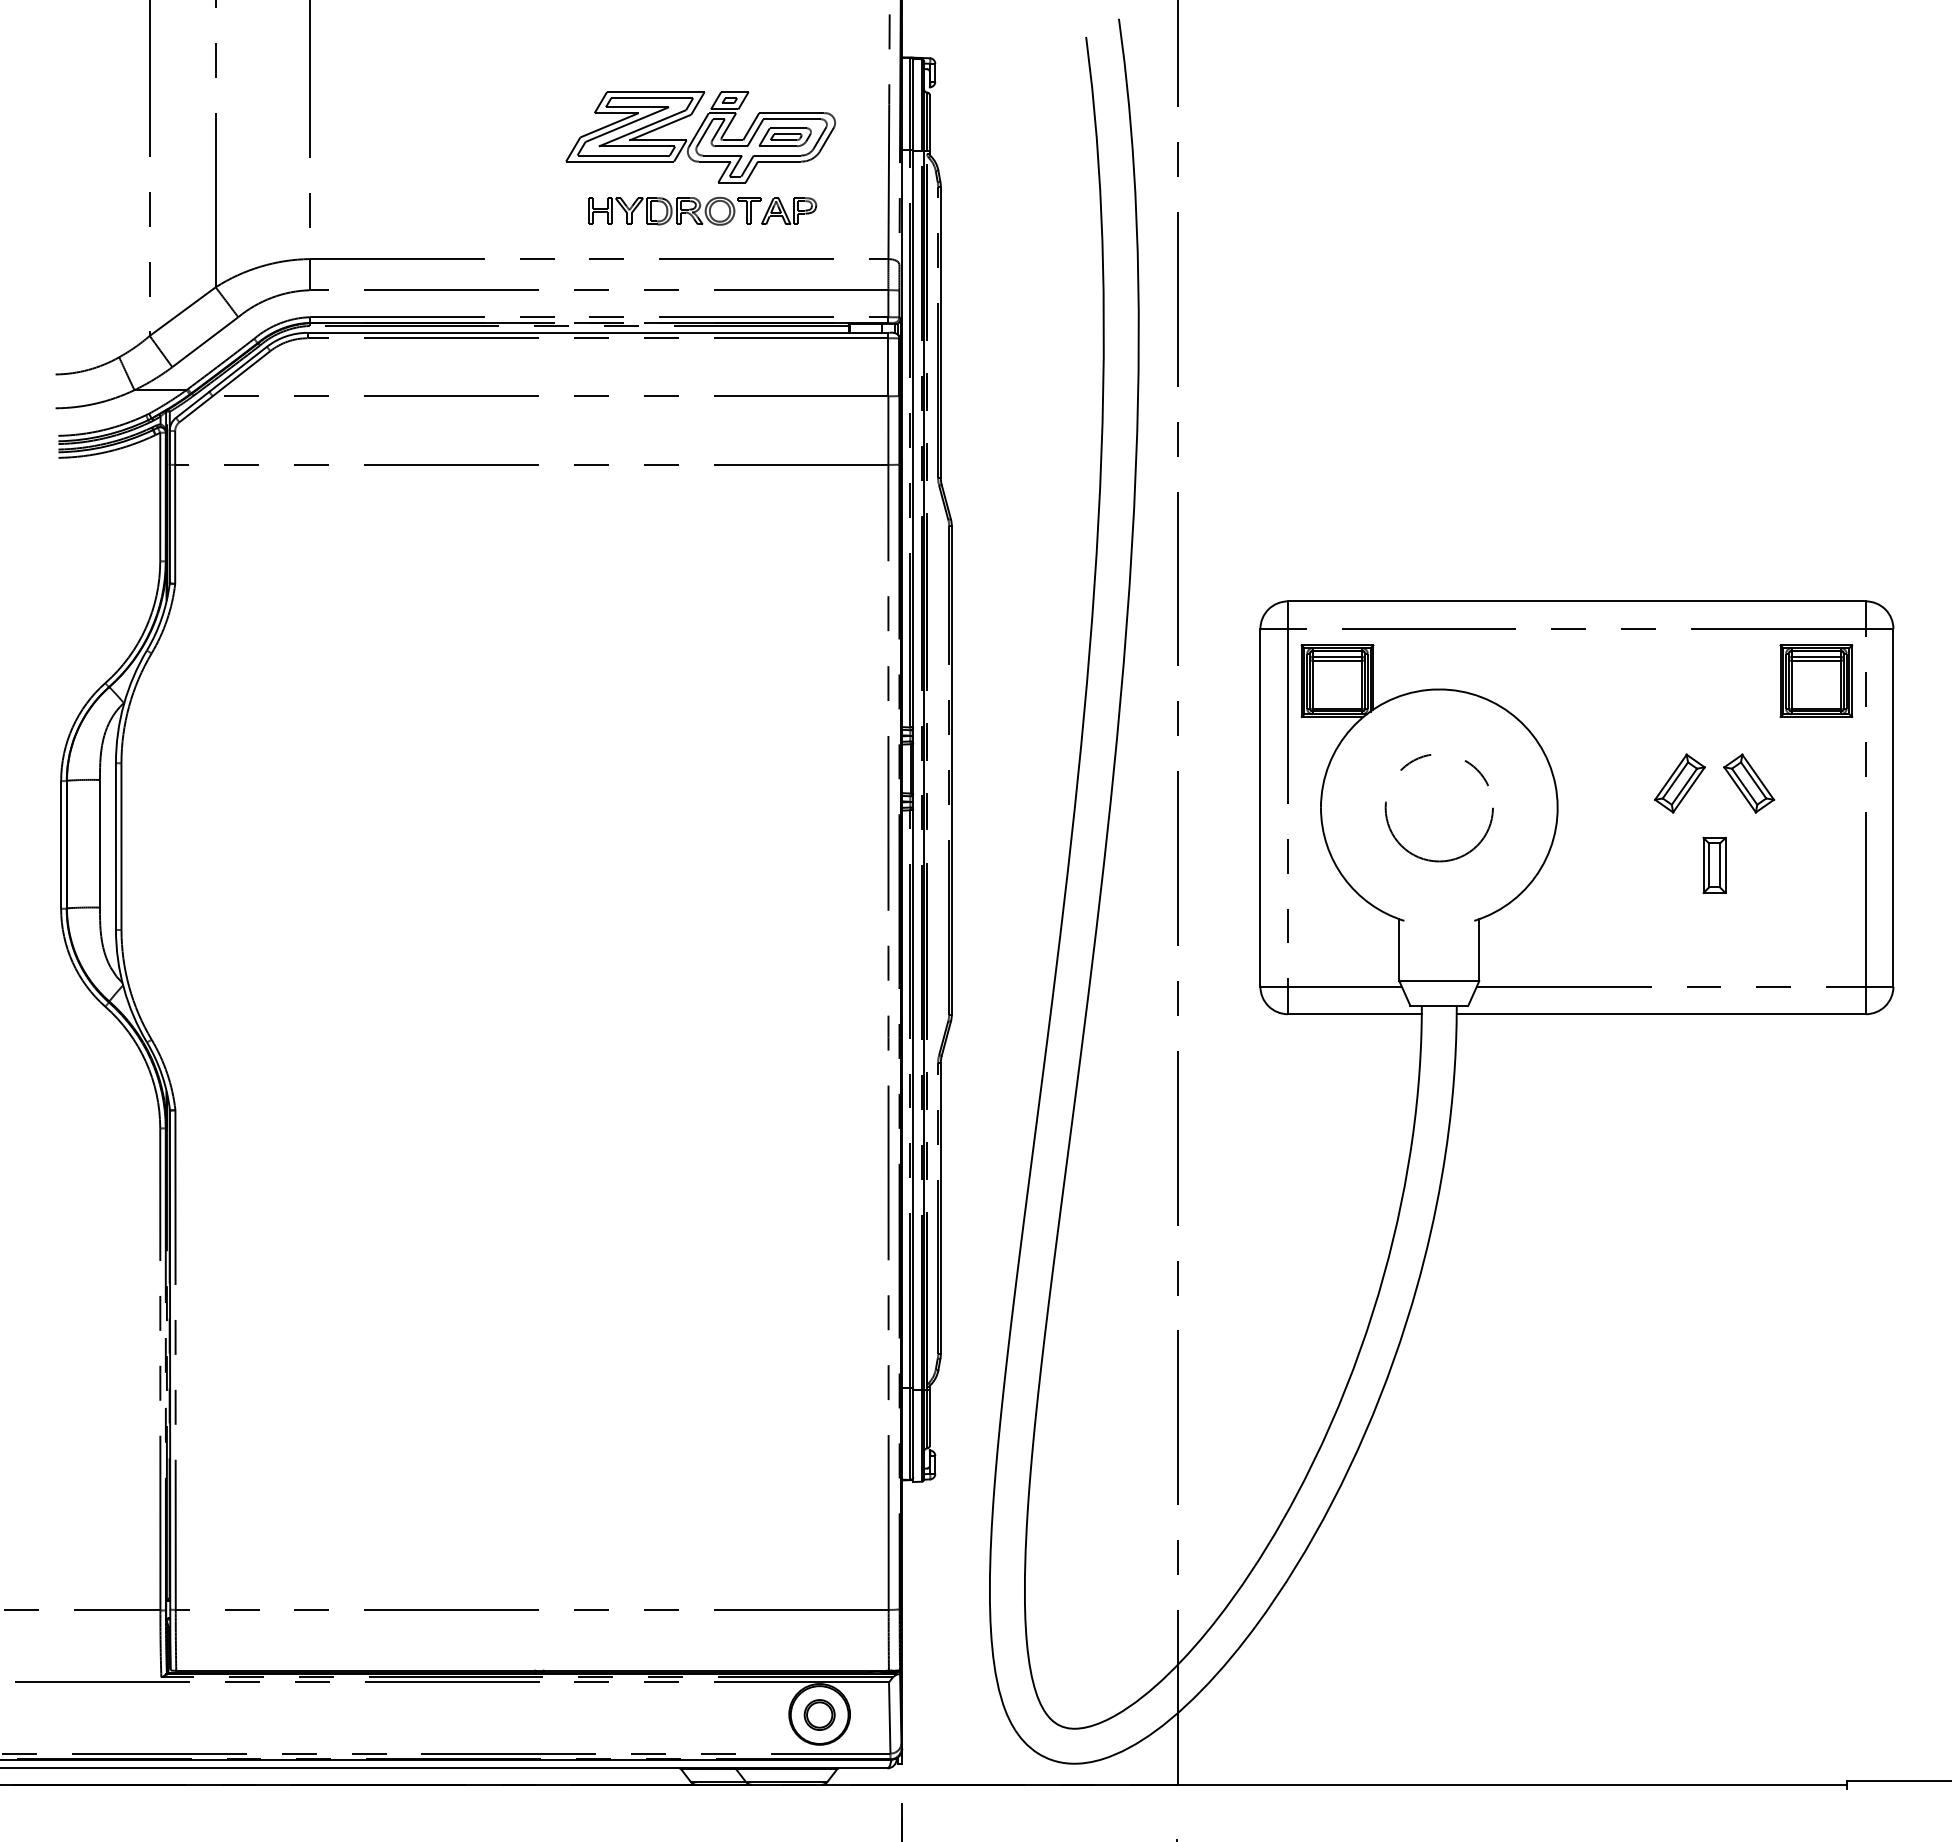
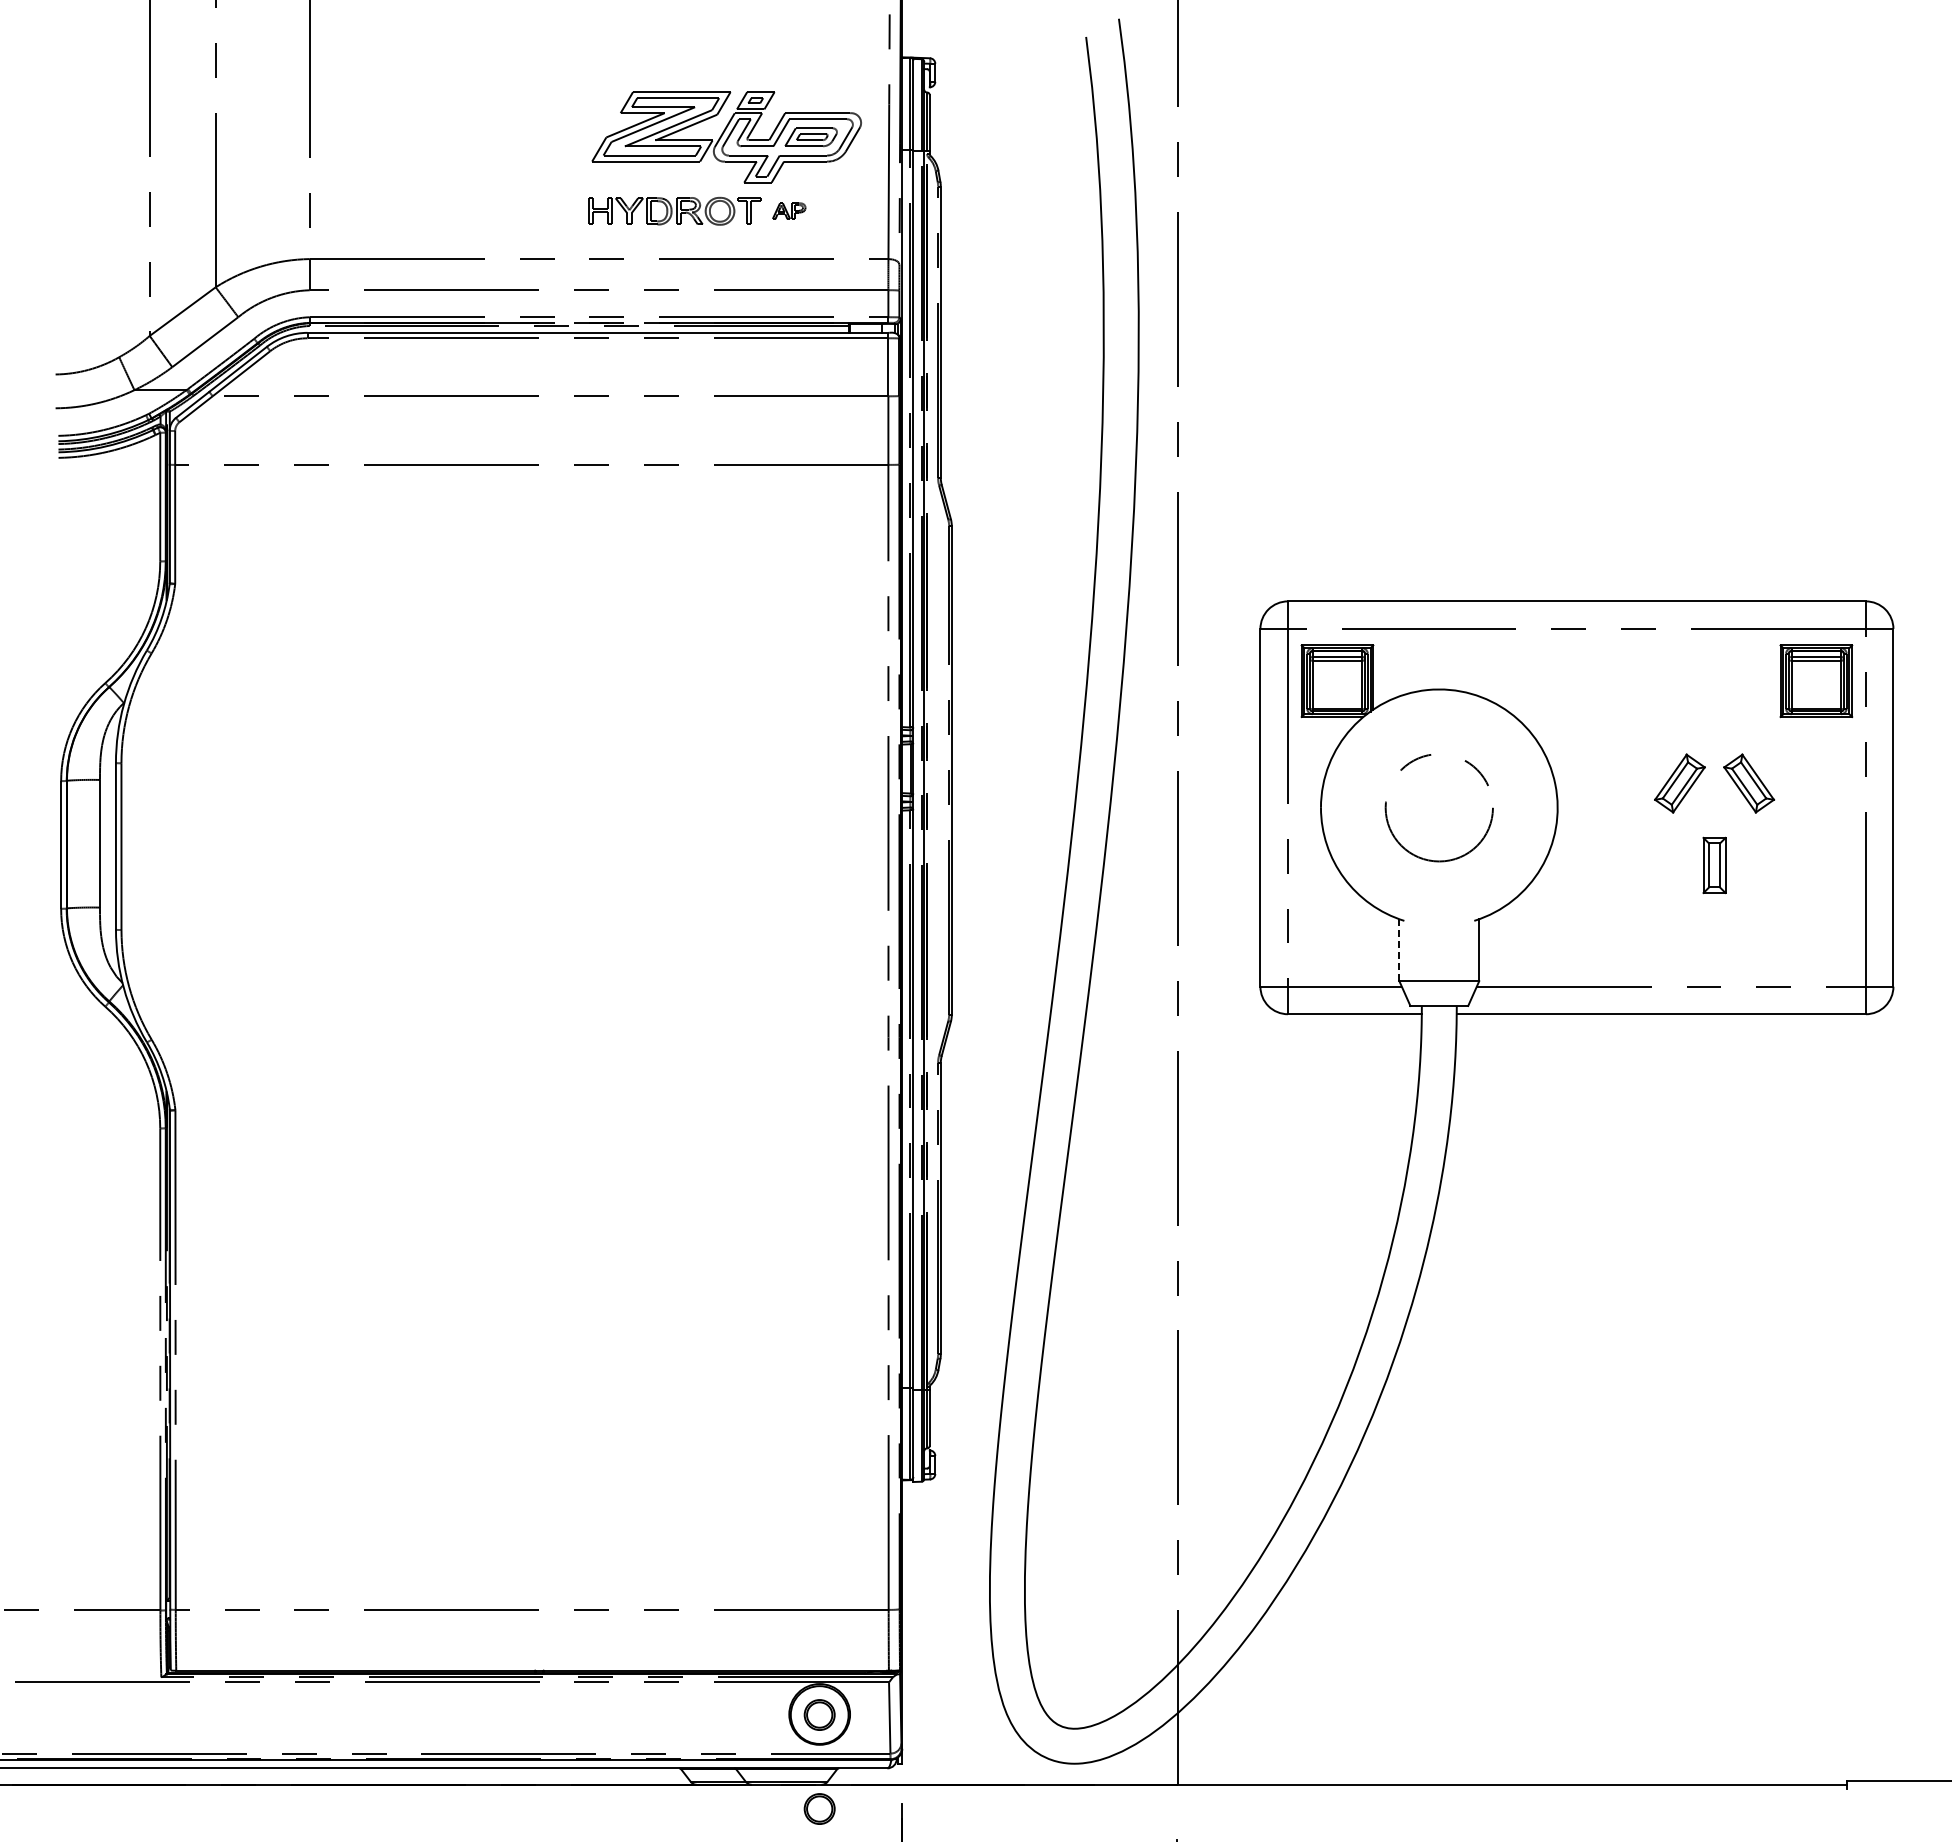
part at (700, 137) position: (700, 137) -> (726, 137)
part at (789, 210) size: 57x28 px -> 35x18 px
line at (1399, 950): solid -> dashed
part at (819, 1808): none -> present
